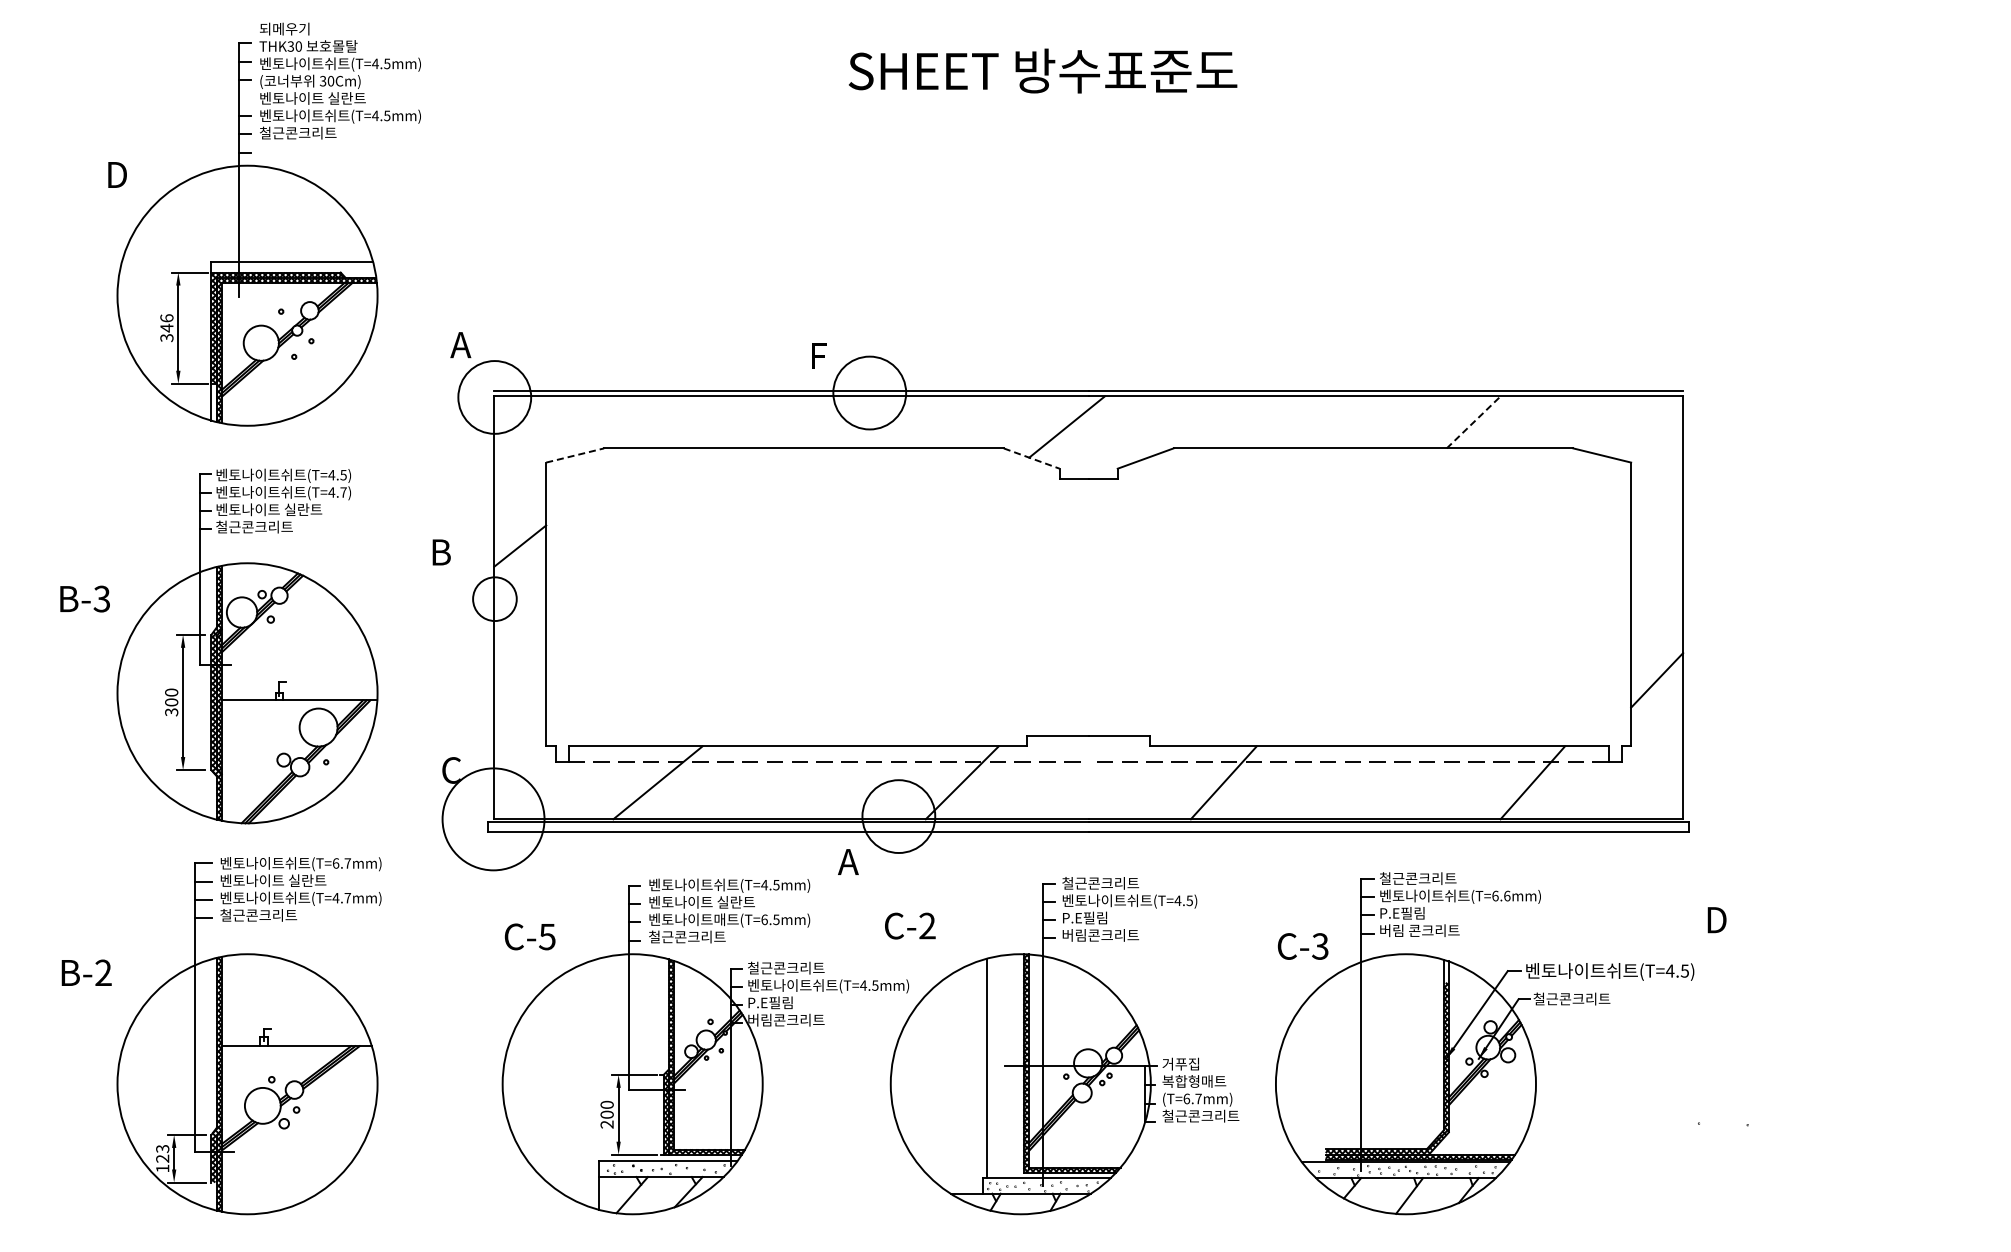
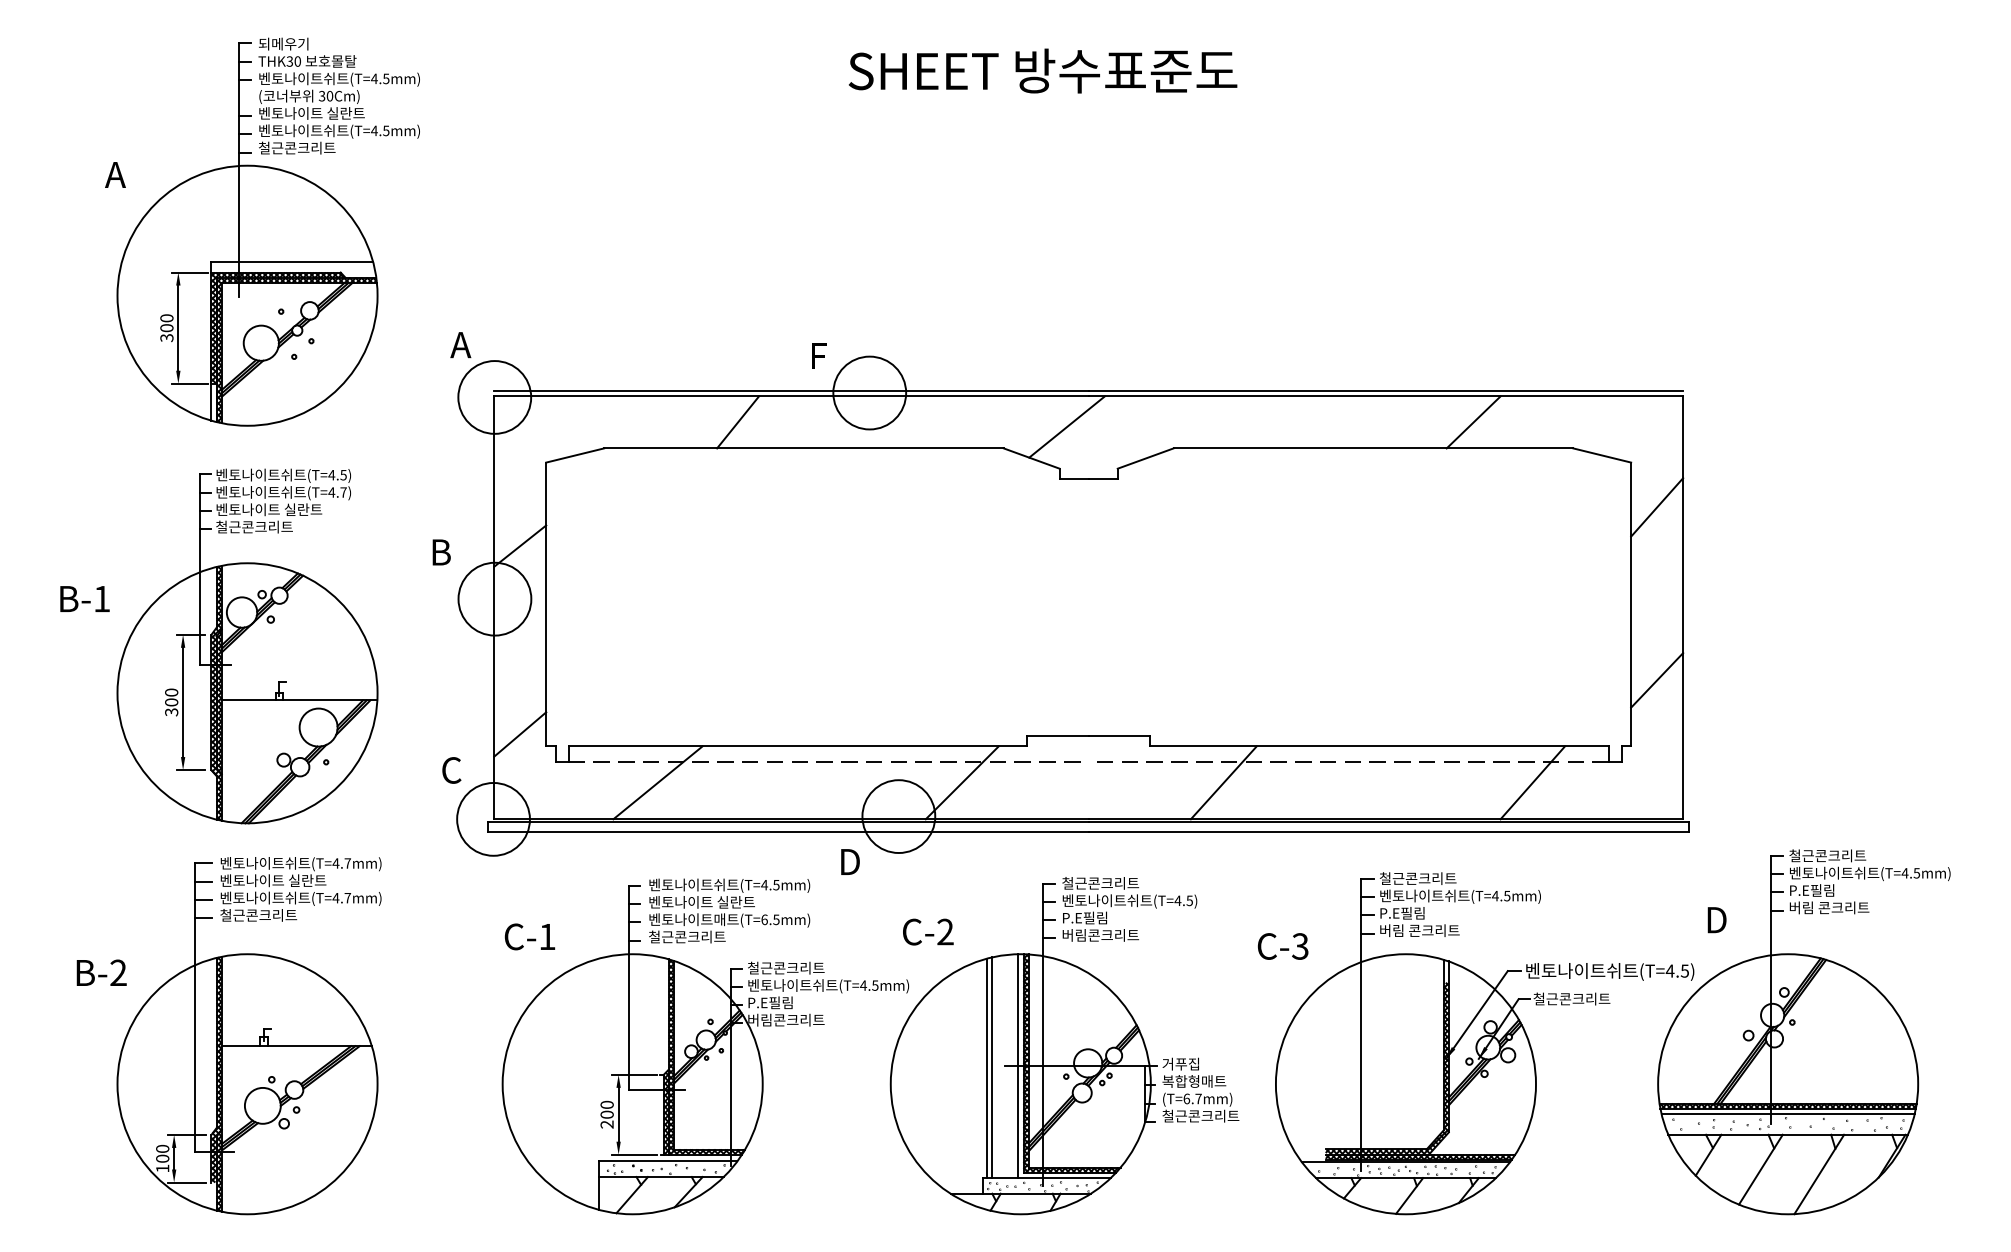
text at (339, 80) position: (339, 80) -> (338, 95)
text at (115, 174): D -> A
text at (166, 323): 346 -> 300
line at (738, 422): none -> present
line at (1474, 422): dashed -> solid
line at (575, 455): dashed -> solid
line at (1031, 458): dashed -> solid
line at (1657, 507): none -> present
text at (101, 598): B-3 -> B-1
circle at (494, 599) diameter: 44 px -> 73 px
line at (520, 734): none -> present
circle at (493, 819) diameter: 102 px -> 73 px
text at (848, 861): A -> D
text at (335, 863): (T=6.7mm) -> (T=4.7mm)
text at (1501, 895): (T=6.6mm) -> (T=4.5mm)
text at (910, 925) position: (910, 925) -> (928, 931)
text at (547, 937): C-5 -> C-1
text at (1302, 946) position: (1302, 946) -> (1282, 946)
text at (86, 972) position: (86, 972) -> (101, 972)
part at (1803, 1032): none -> present
line at (1018, 1066): none -> present
line at (992, 1067): none -> present
text at (162, 1153): 123 -> 100
